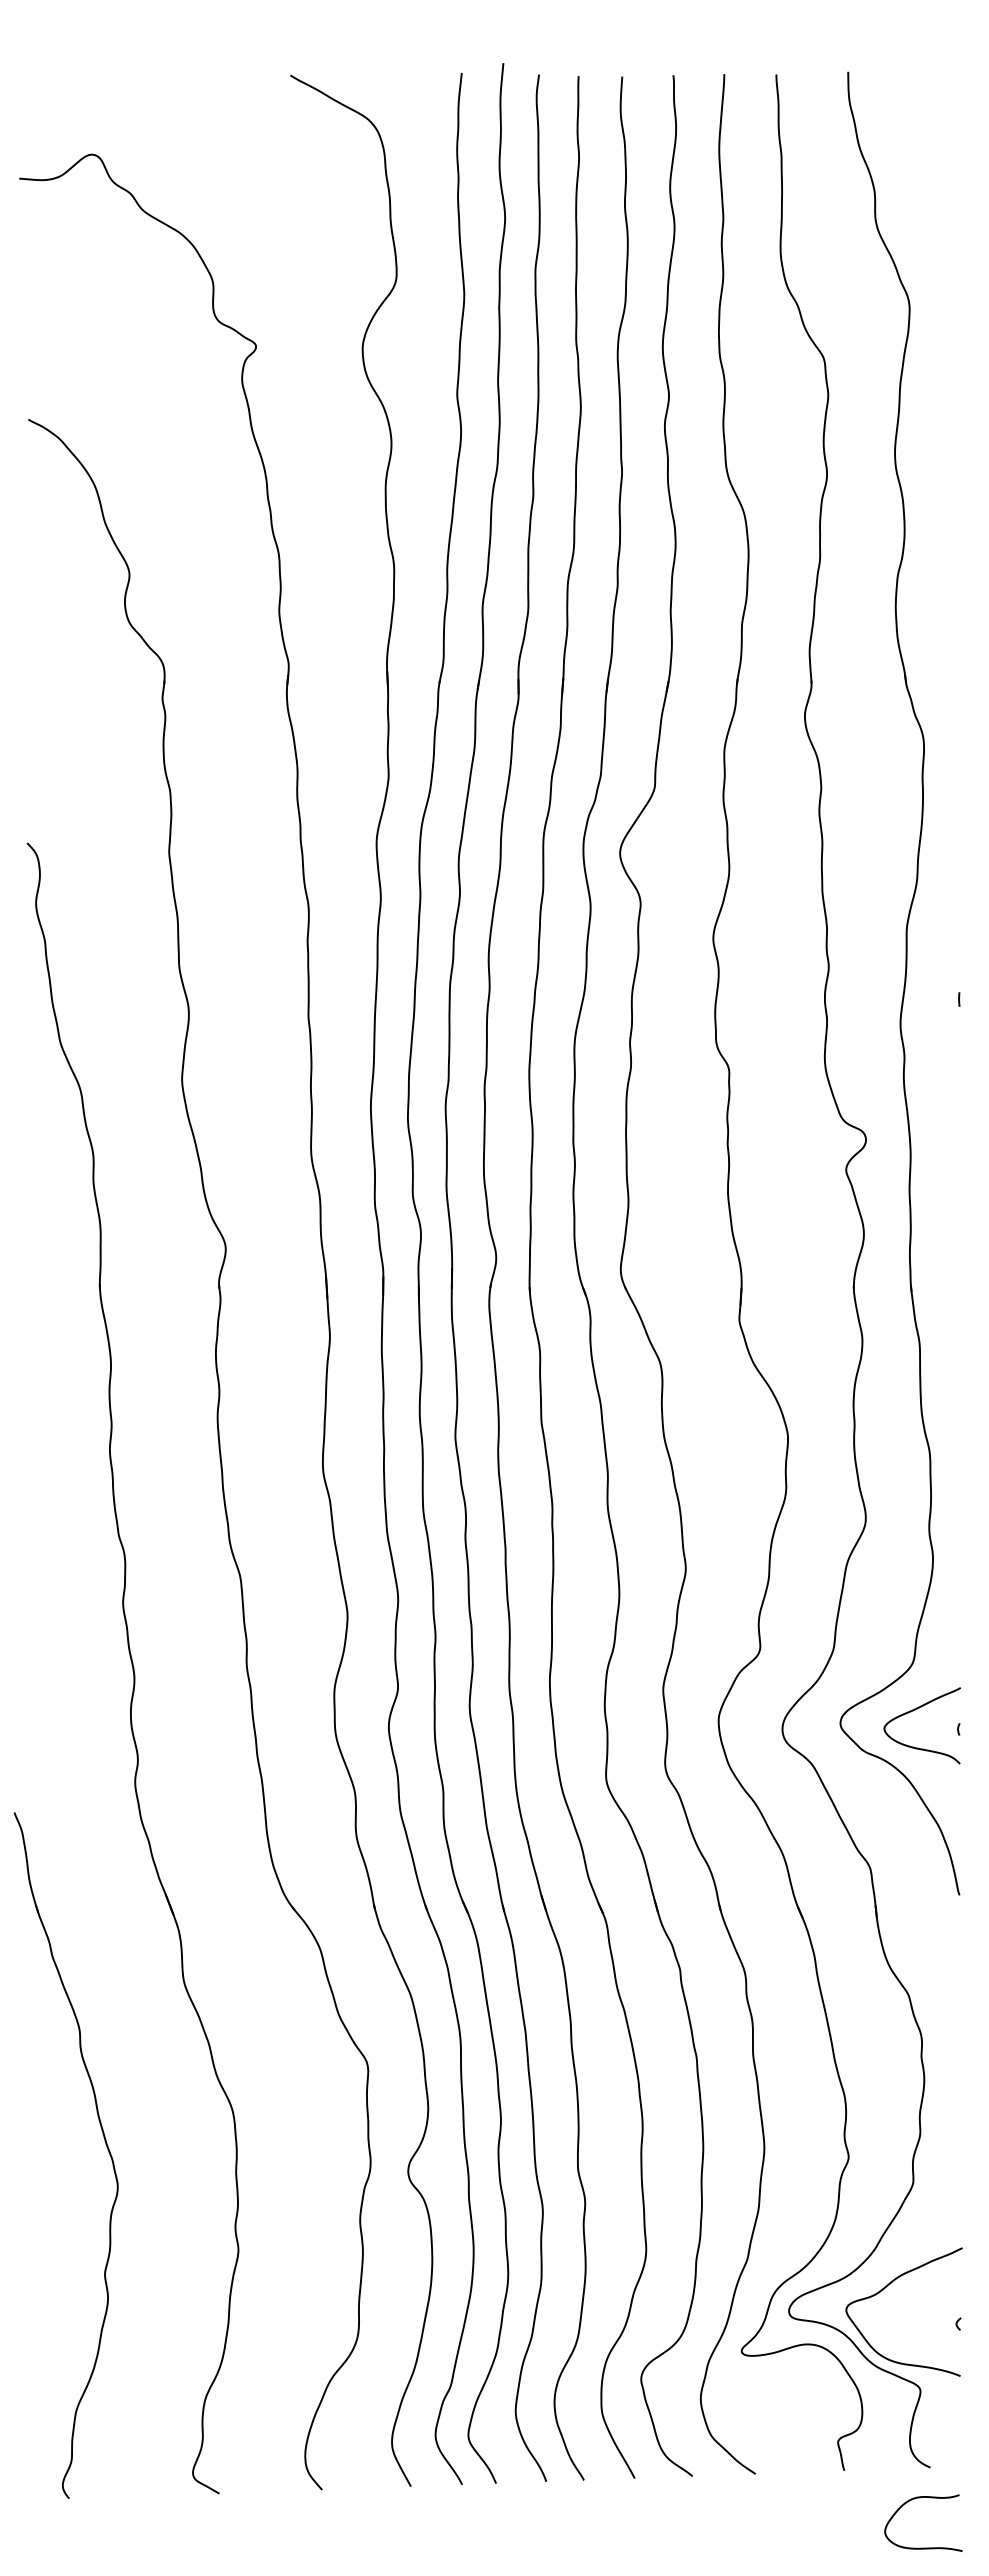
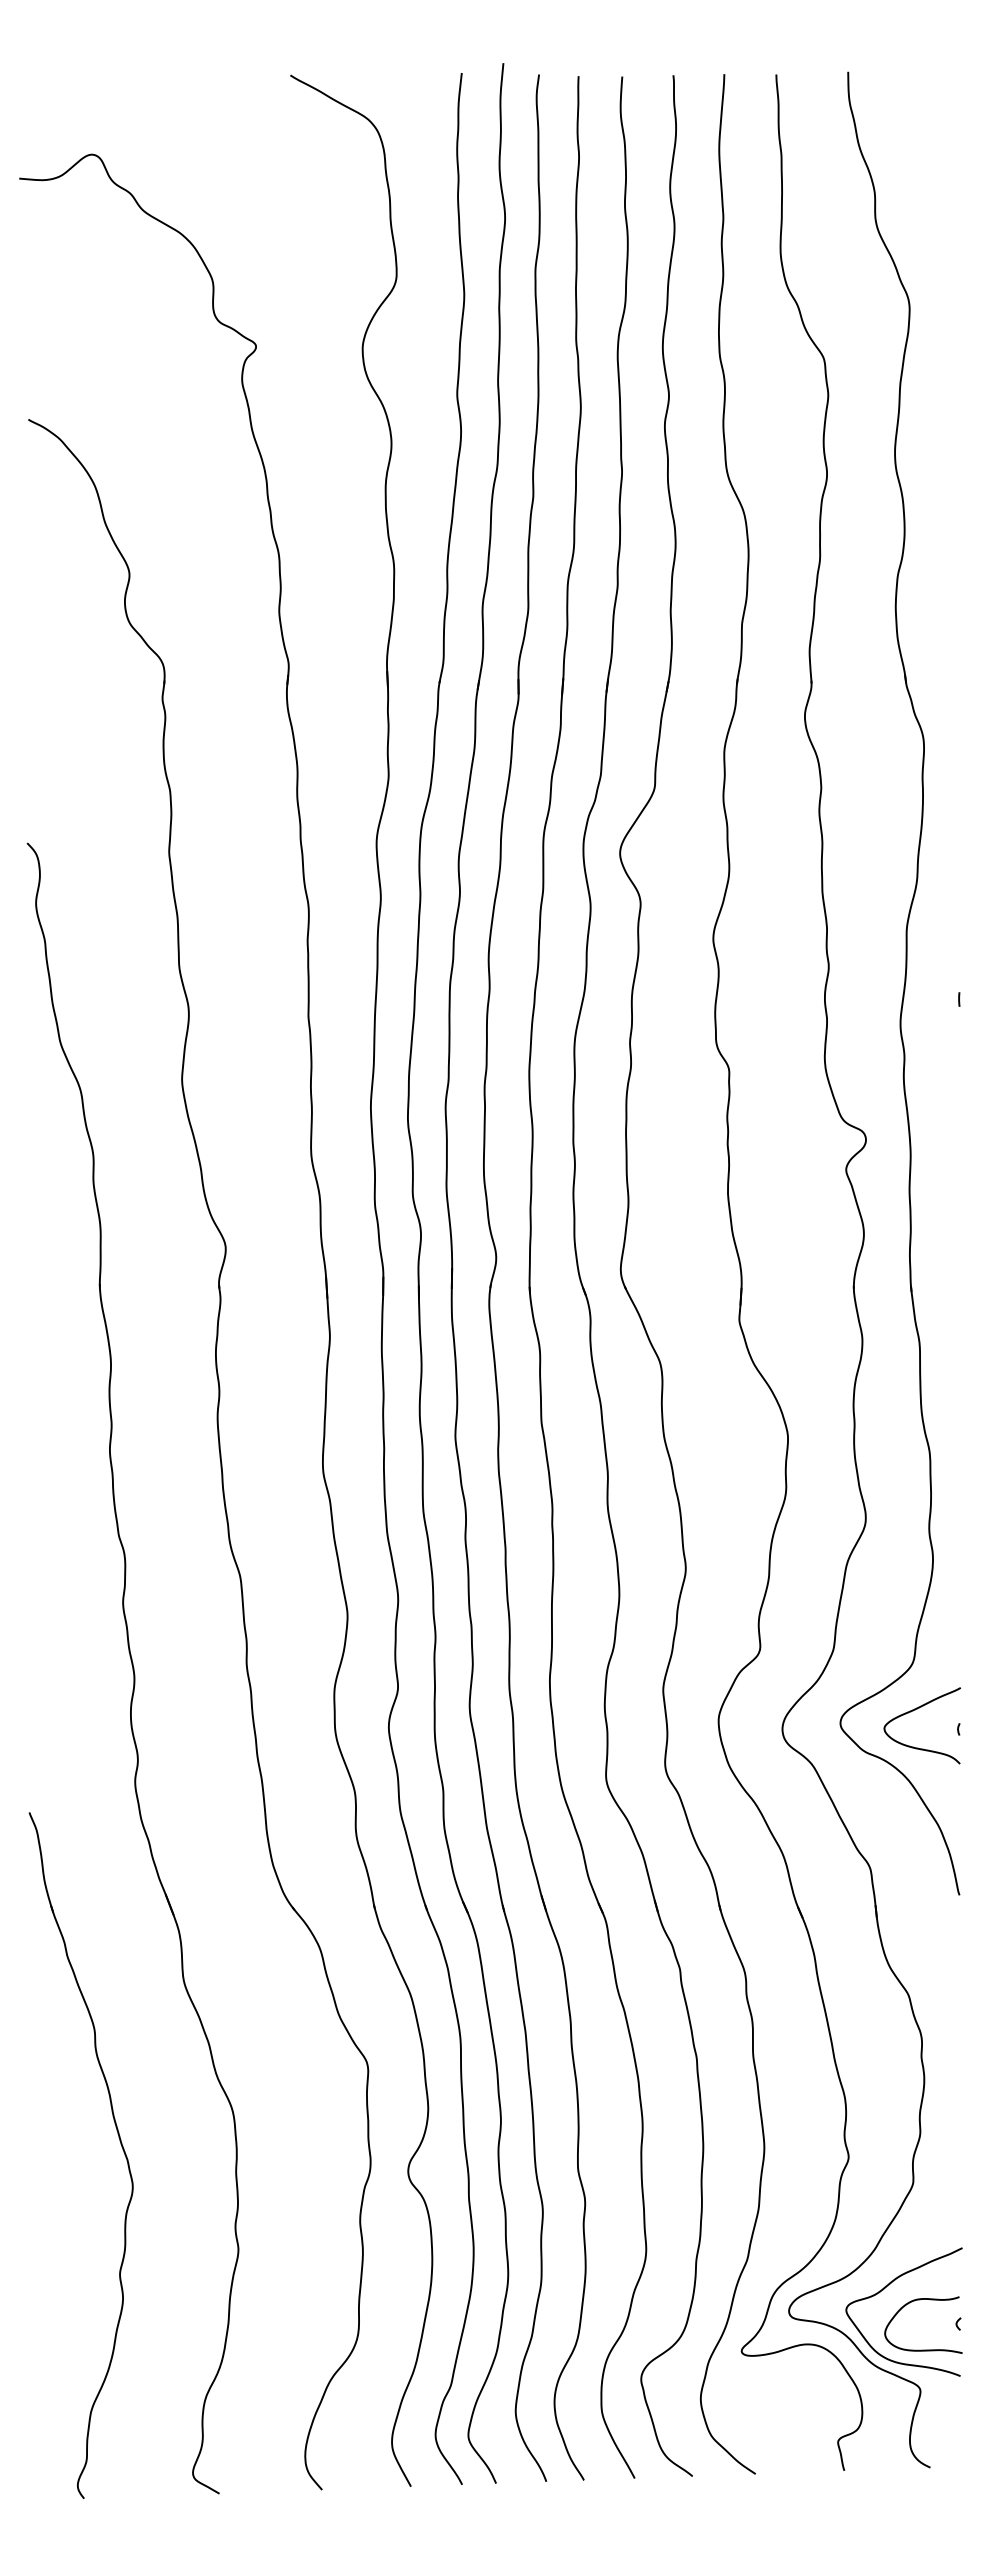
part at (104, 2141) position: (104, 2141) -> (119, 2141)
curve at (920, 2498) position: (920, 2498) -> (920, 2300)
